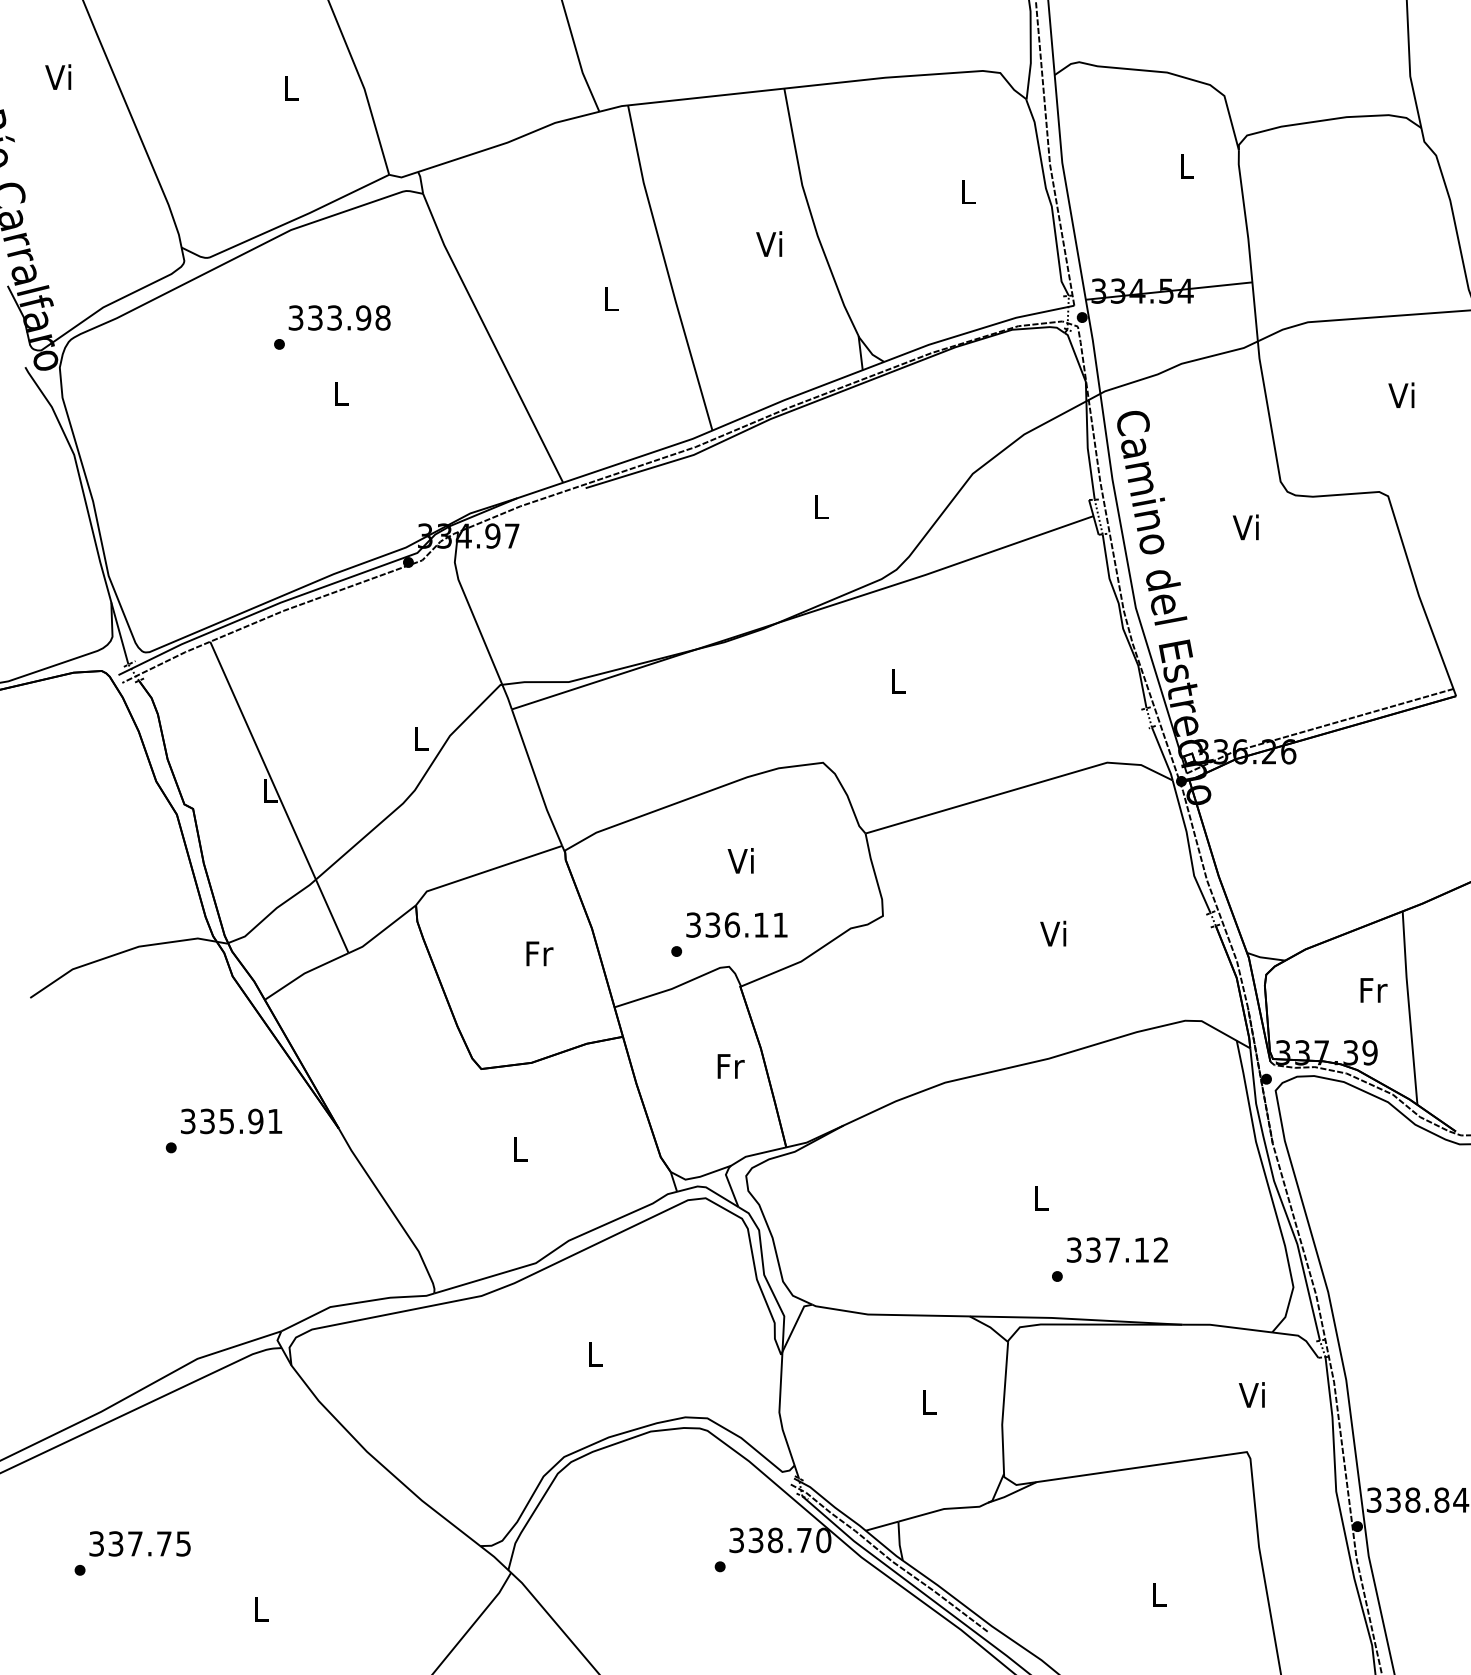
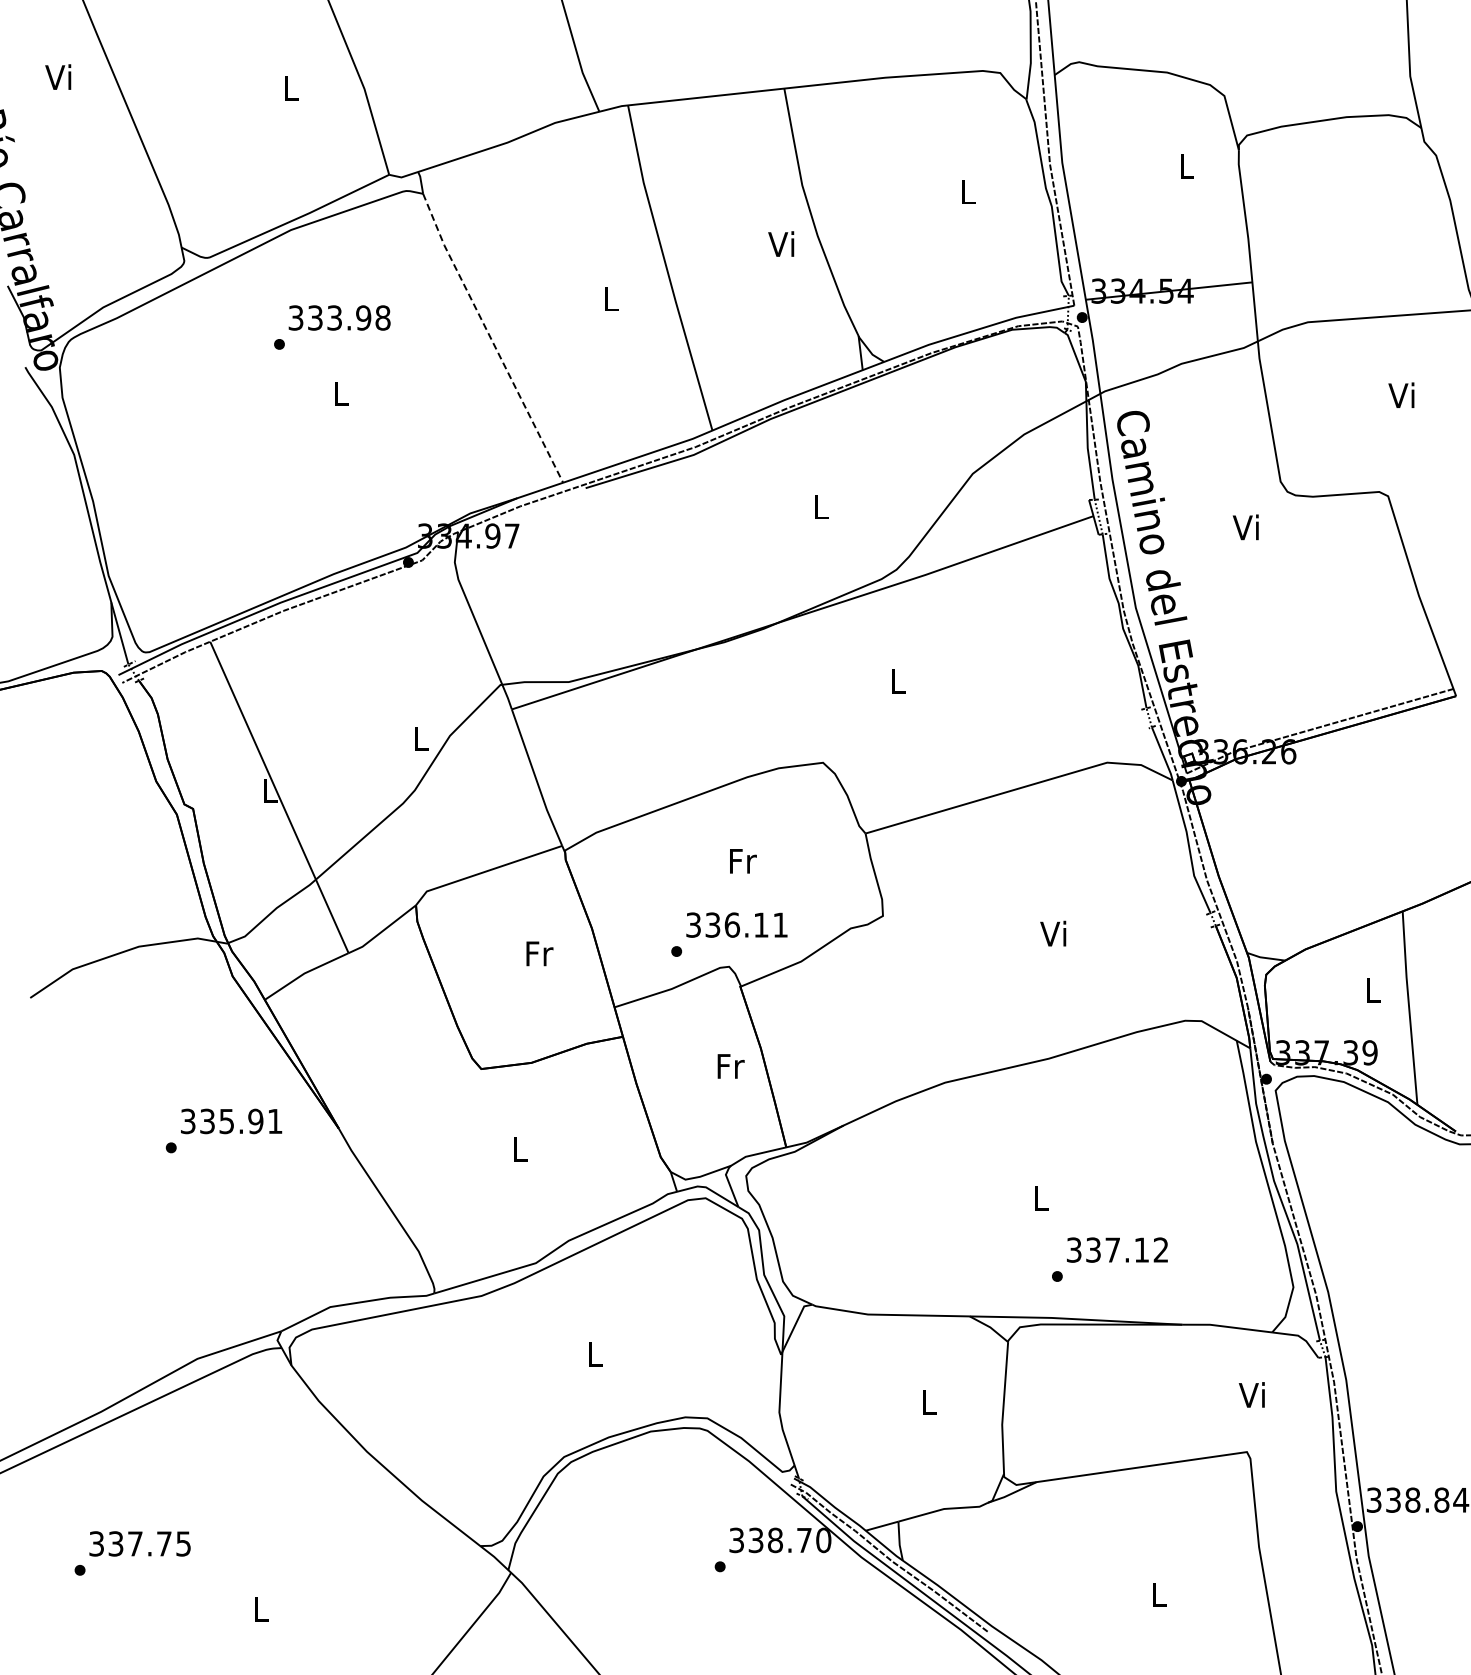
text at (769, 243) position: (769, 243) -> (781, 243)
line at (491, 338): solid -> dashed
text at (741, 860): Vi -> Fr
text at (1373, 990): Fr -> L
